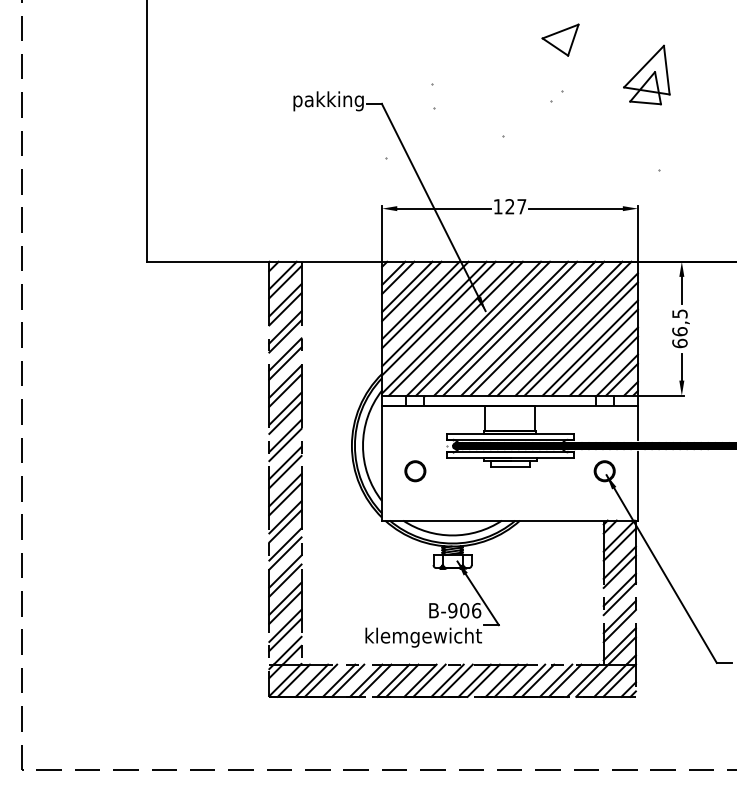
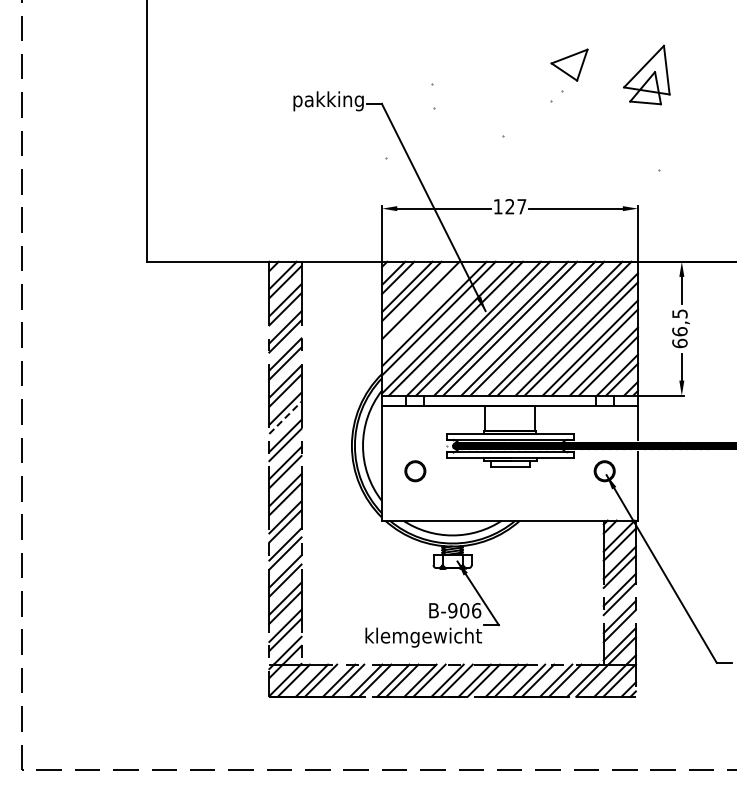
part at (560, 39) position: (560, 39) -> (569, 64)
line at (425, 304): present -> none
line at (285, 417): solid -> dashed
